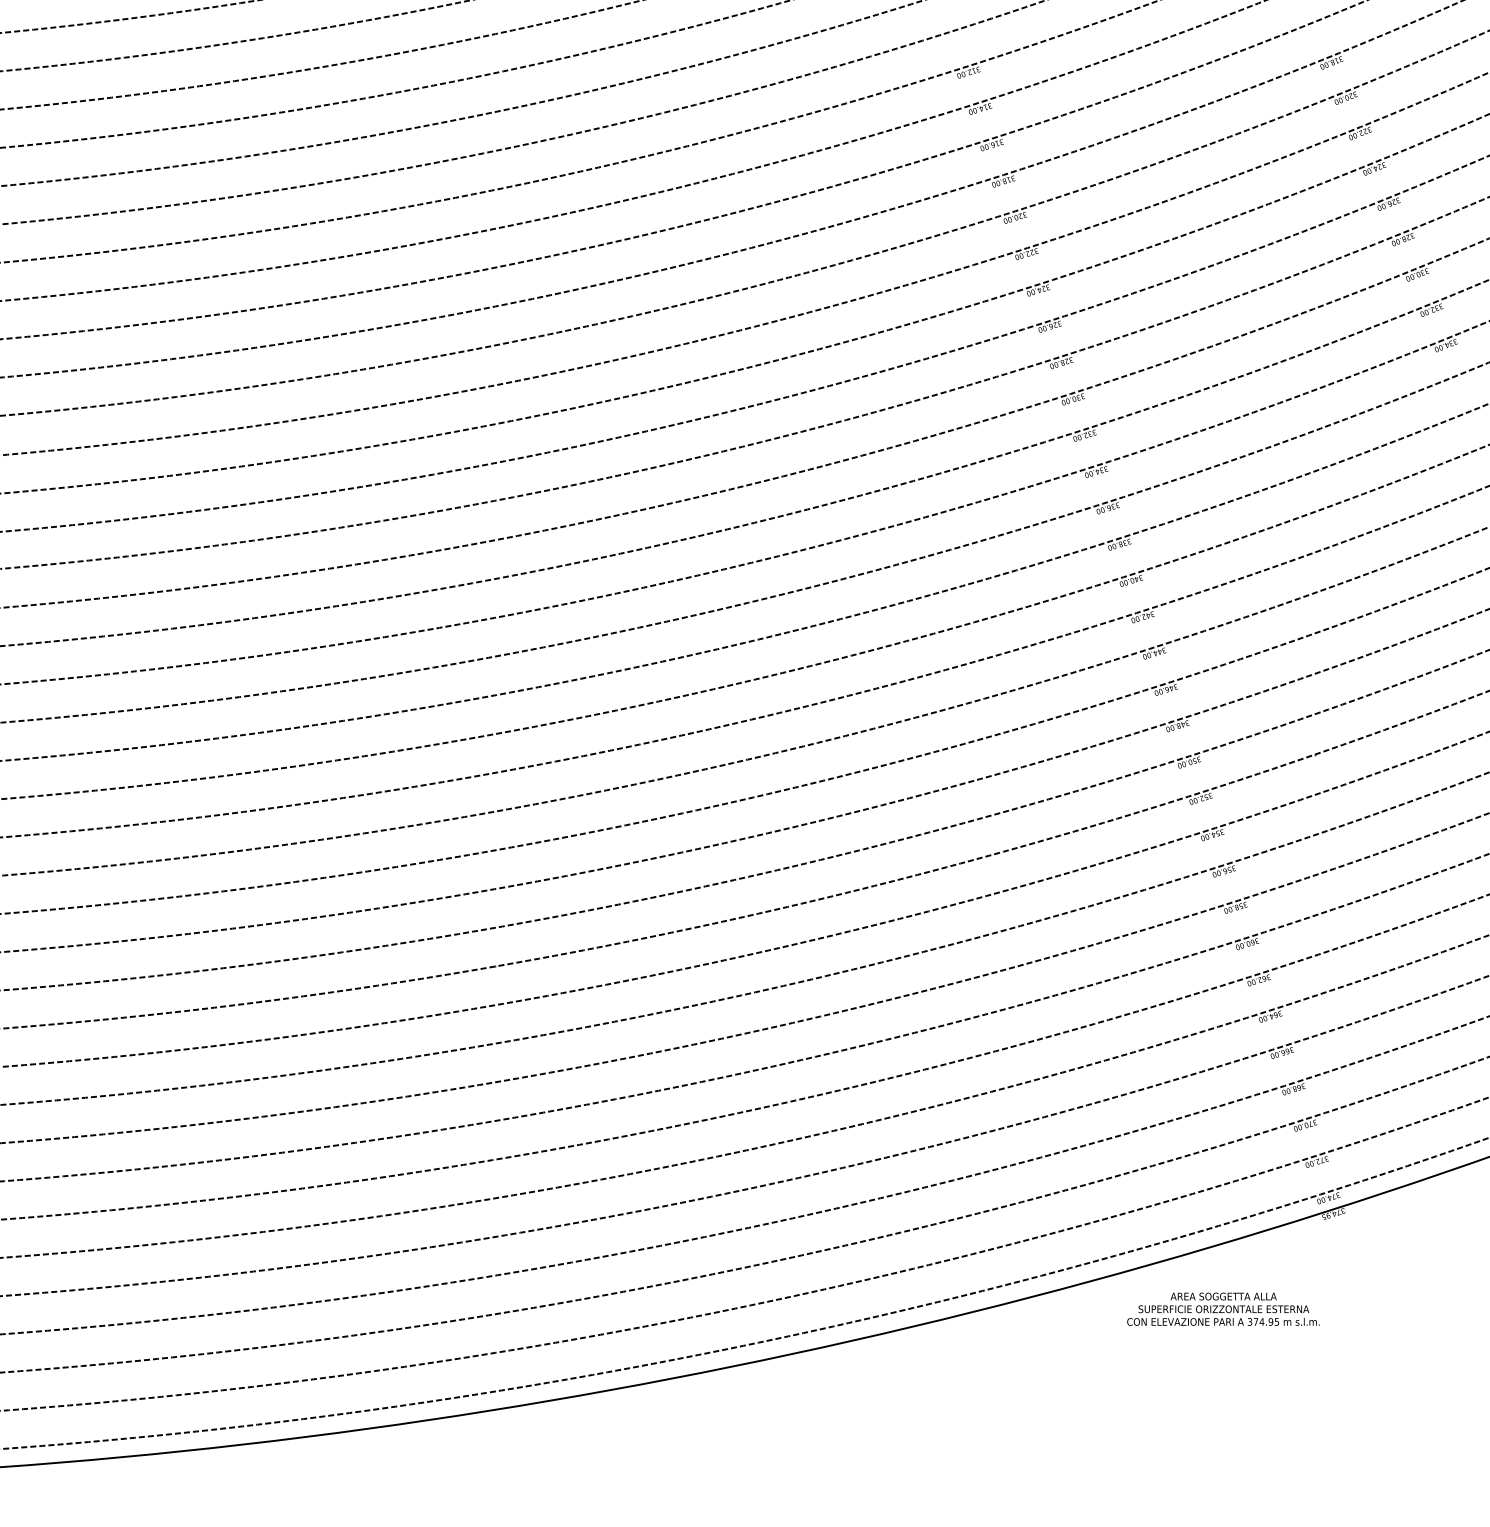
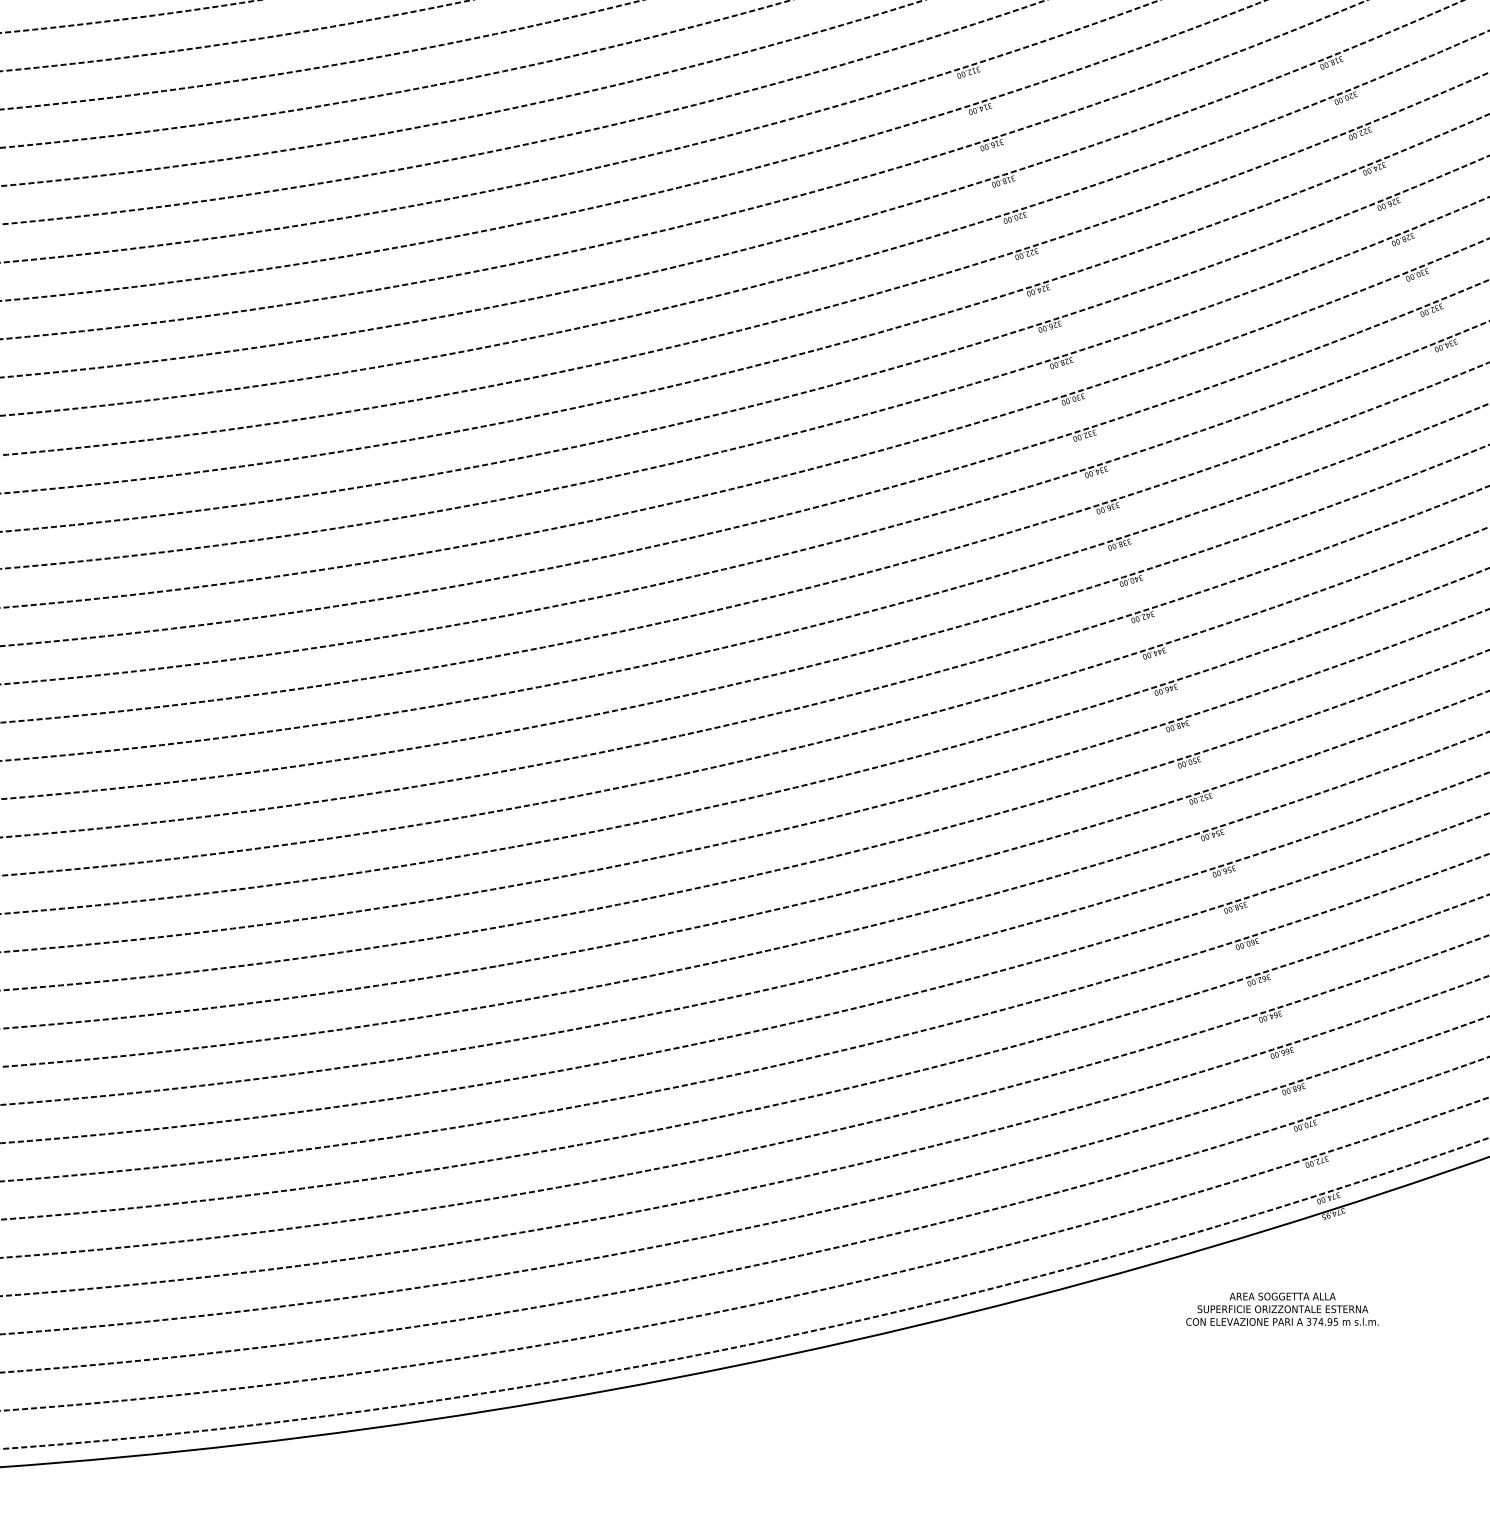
text at (1223, 1308) position: (1223, 1308) -> (1282, 1308)
